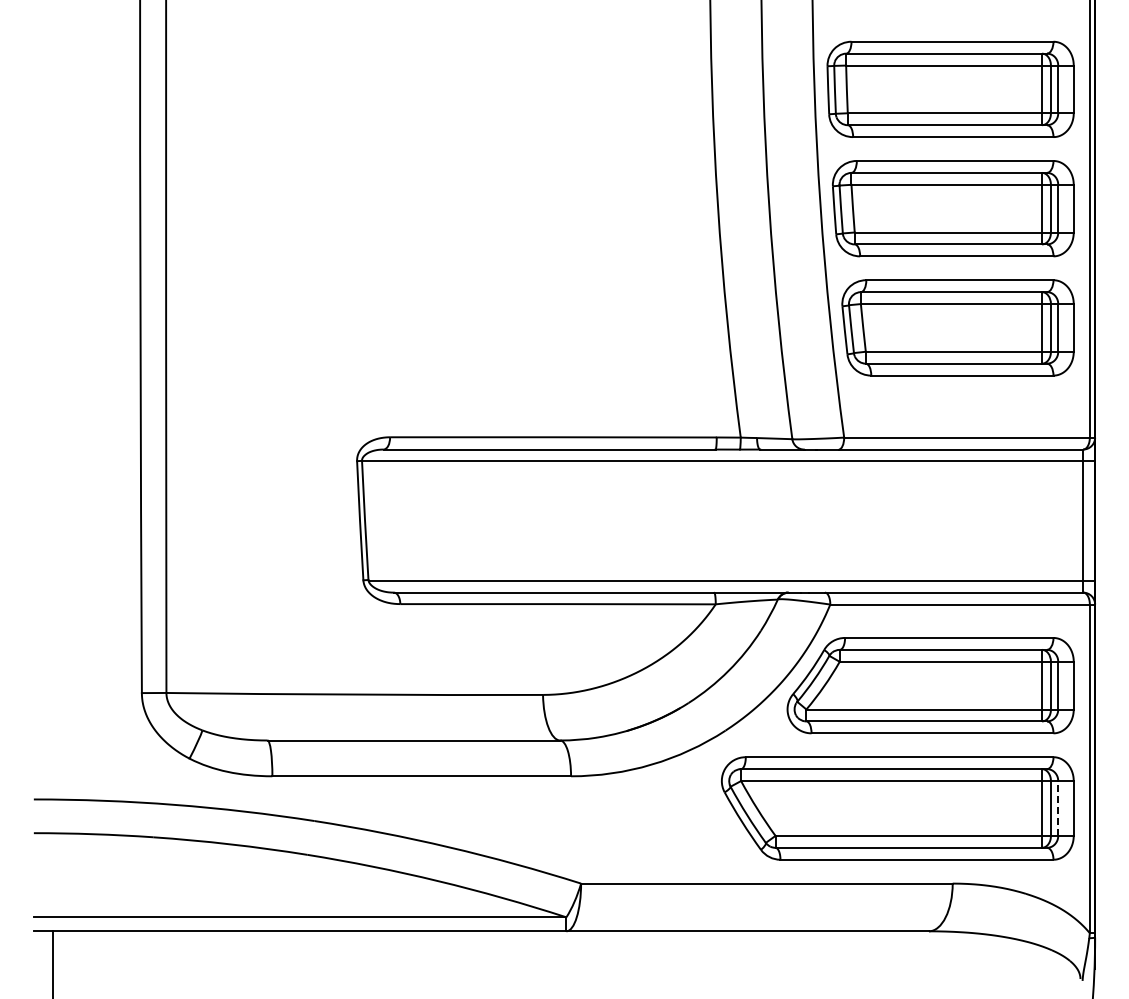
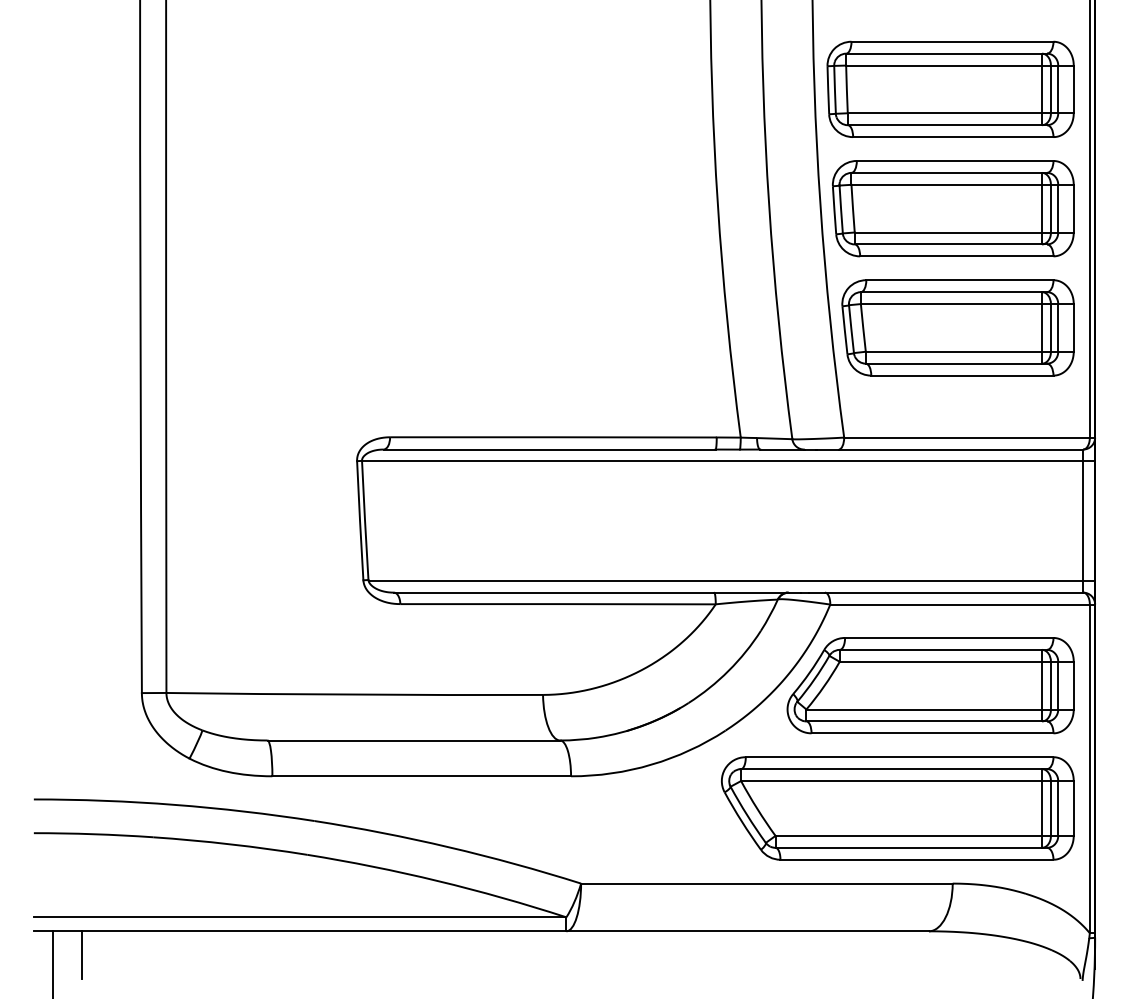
line at (1058, 807): dashed -> solid
line at (81, 954): none -> present
